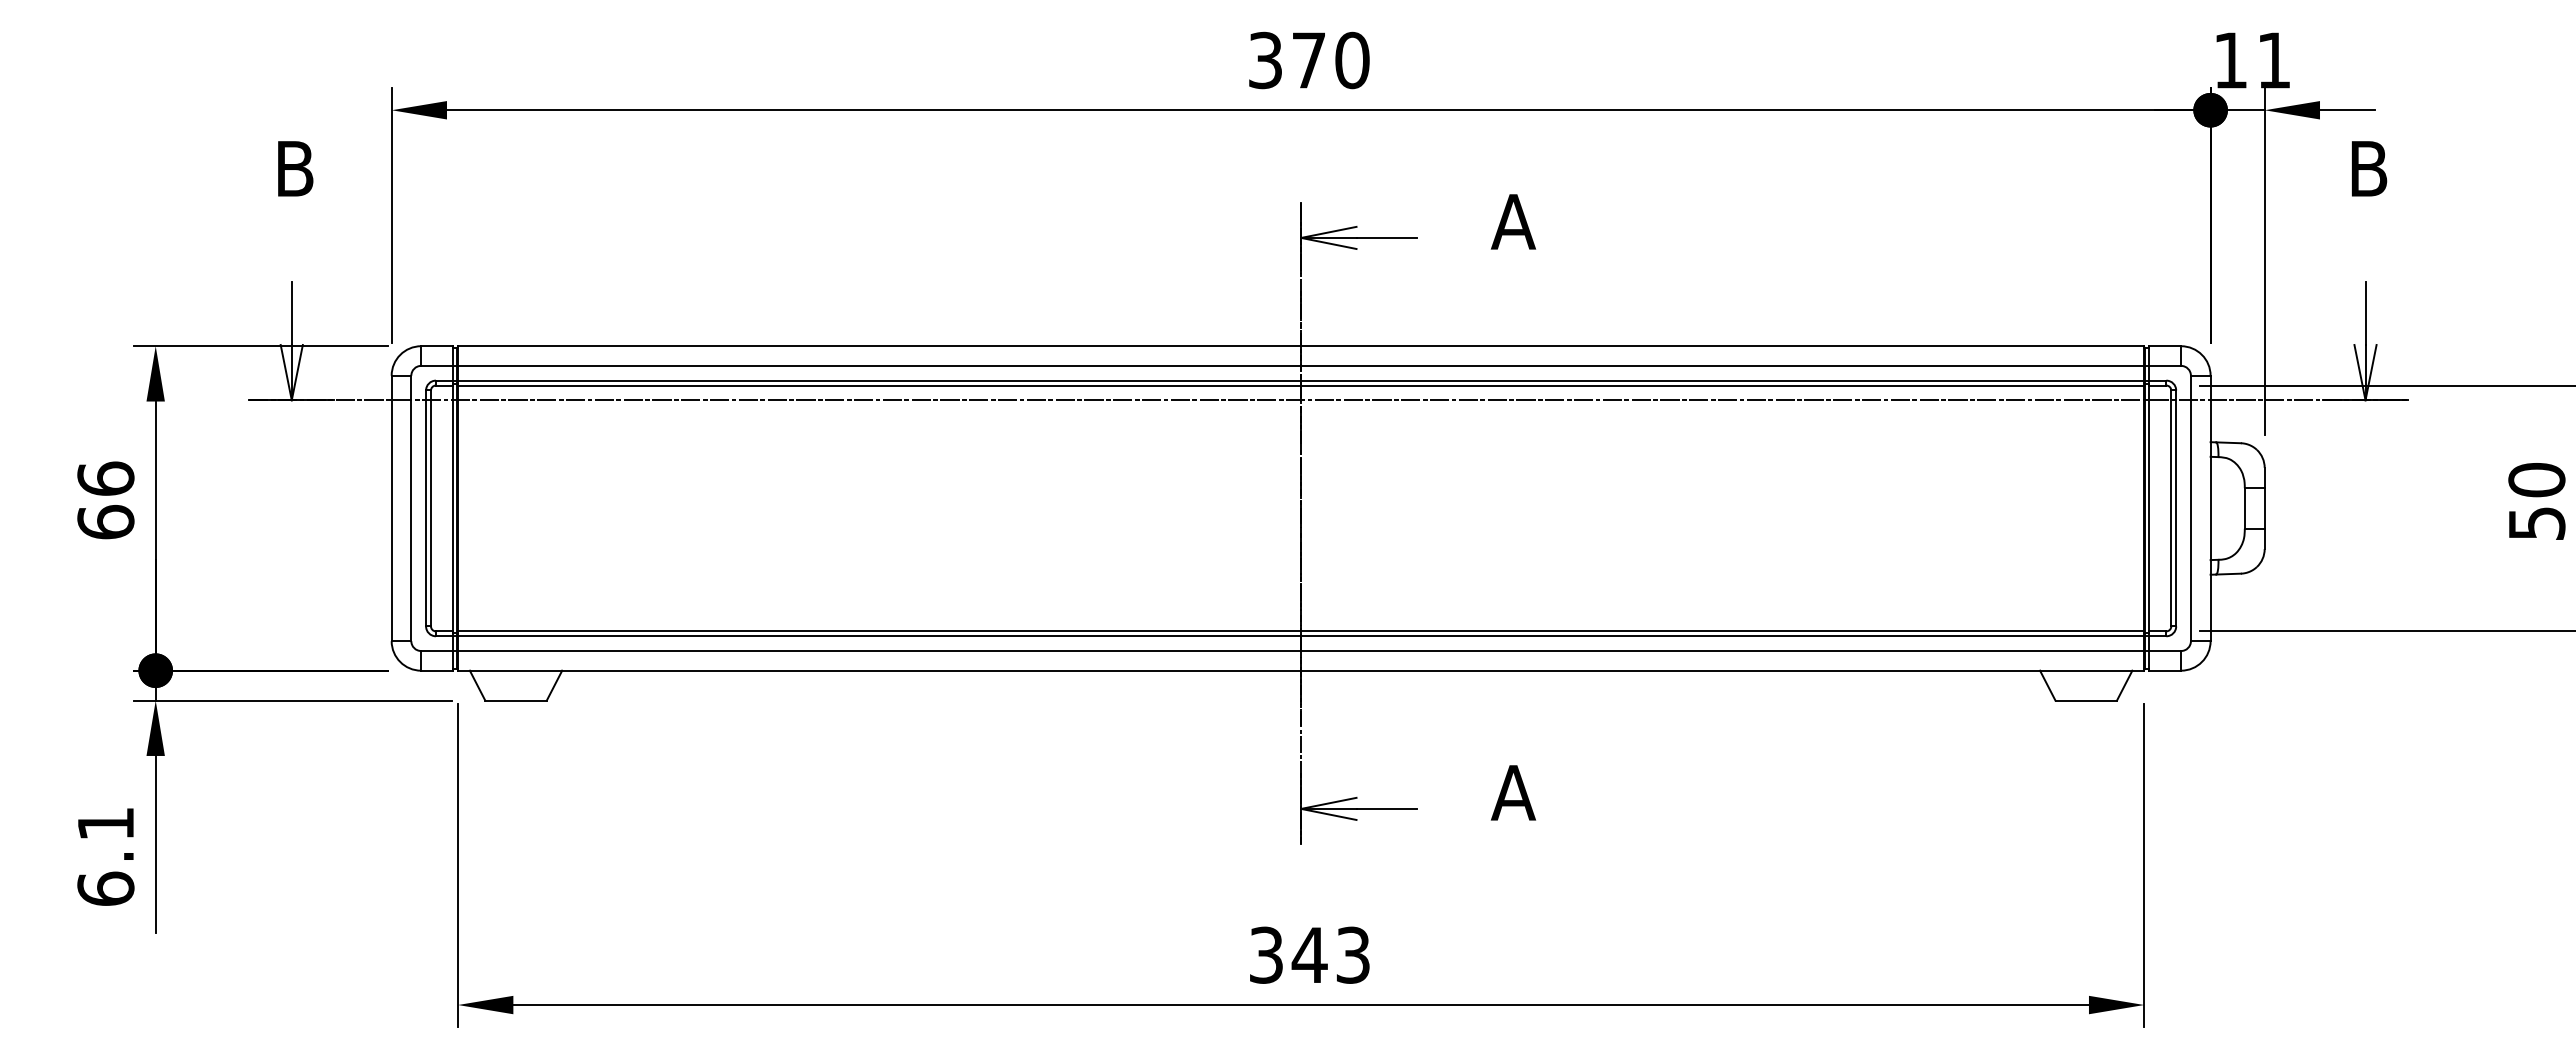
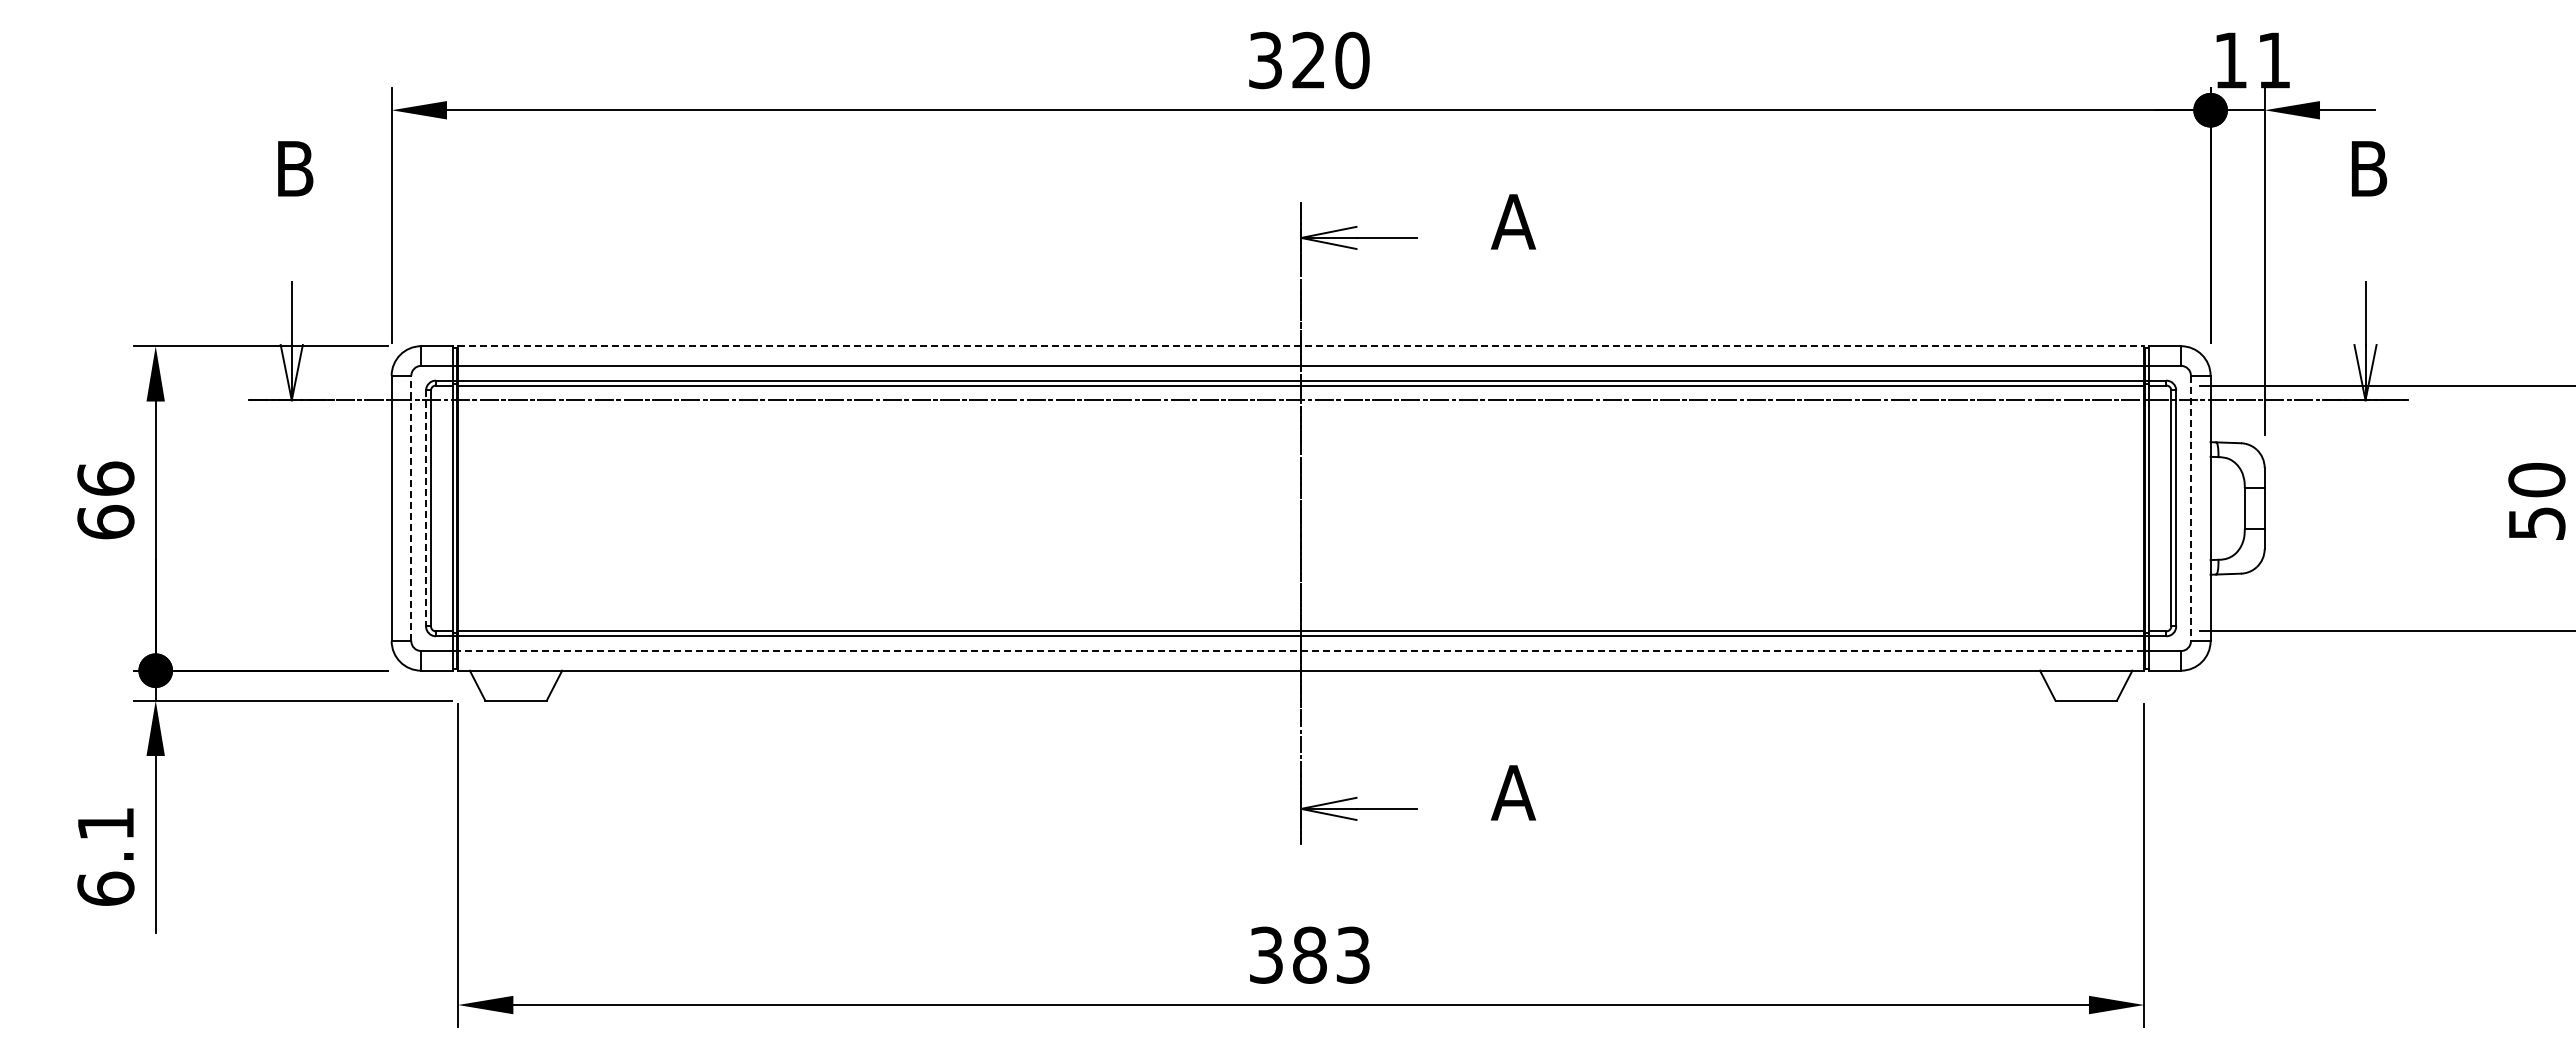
text at (1308, 59): 370 -> 320
line at (1301, 346): solid -> dashed
line at (411, 508): solid -> dashed
line at (426, 508): solid -> dashed
line at (2190, 508): solid -> dashed
line at (1300, 651): solid -> dashed
text at (1309, 954): 343 -> 383
